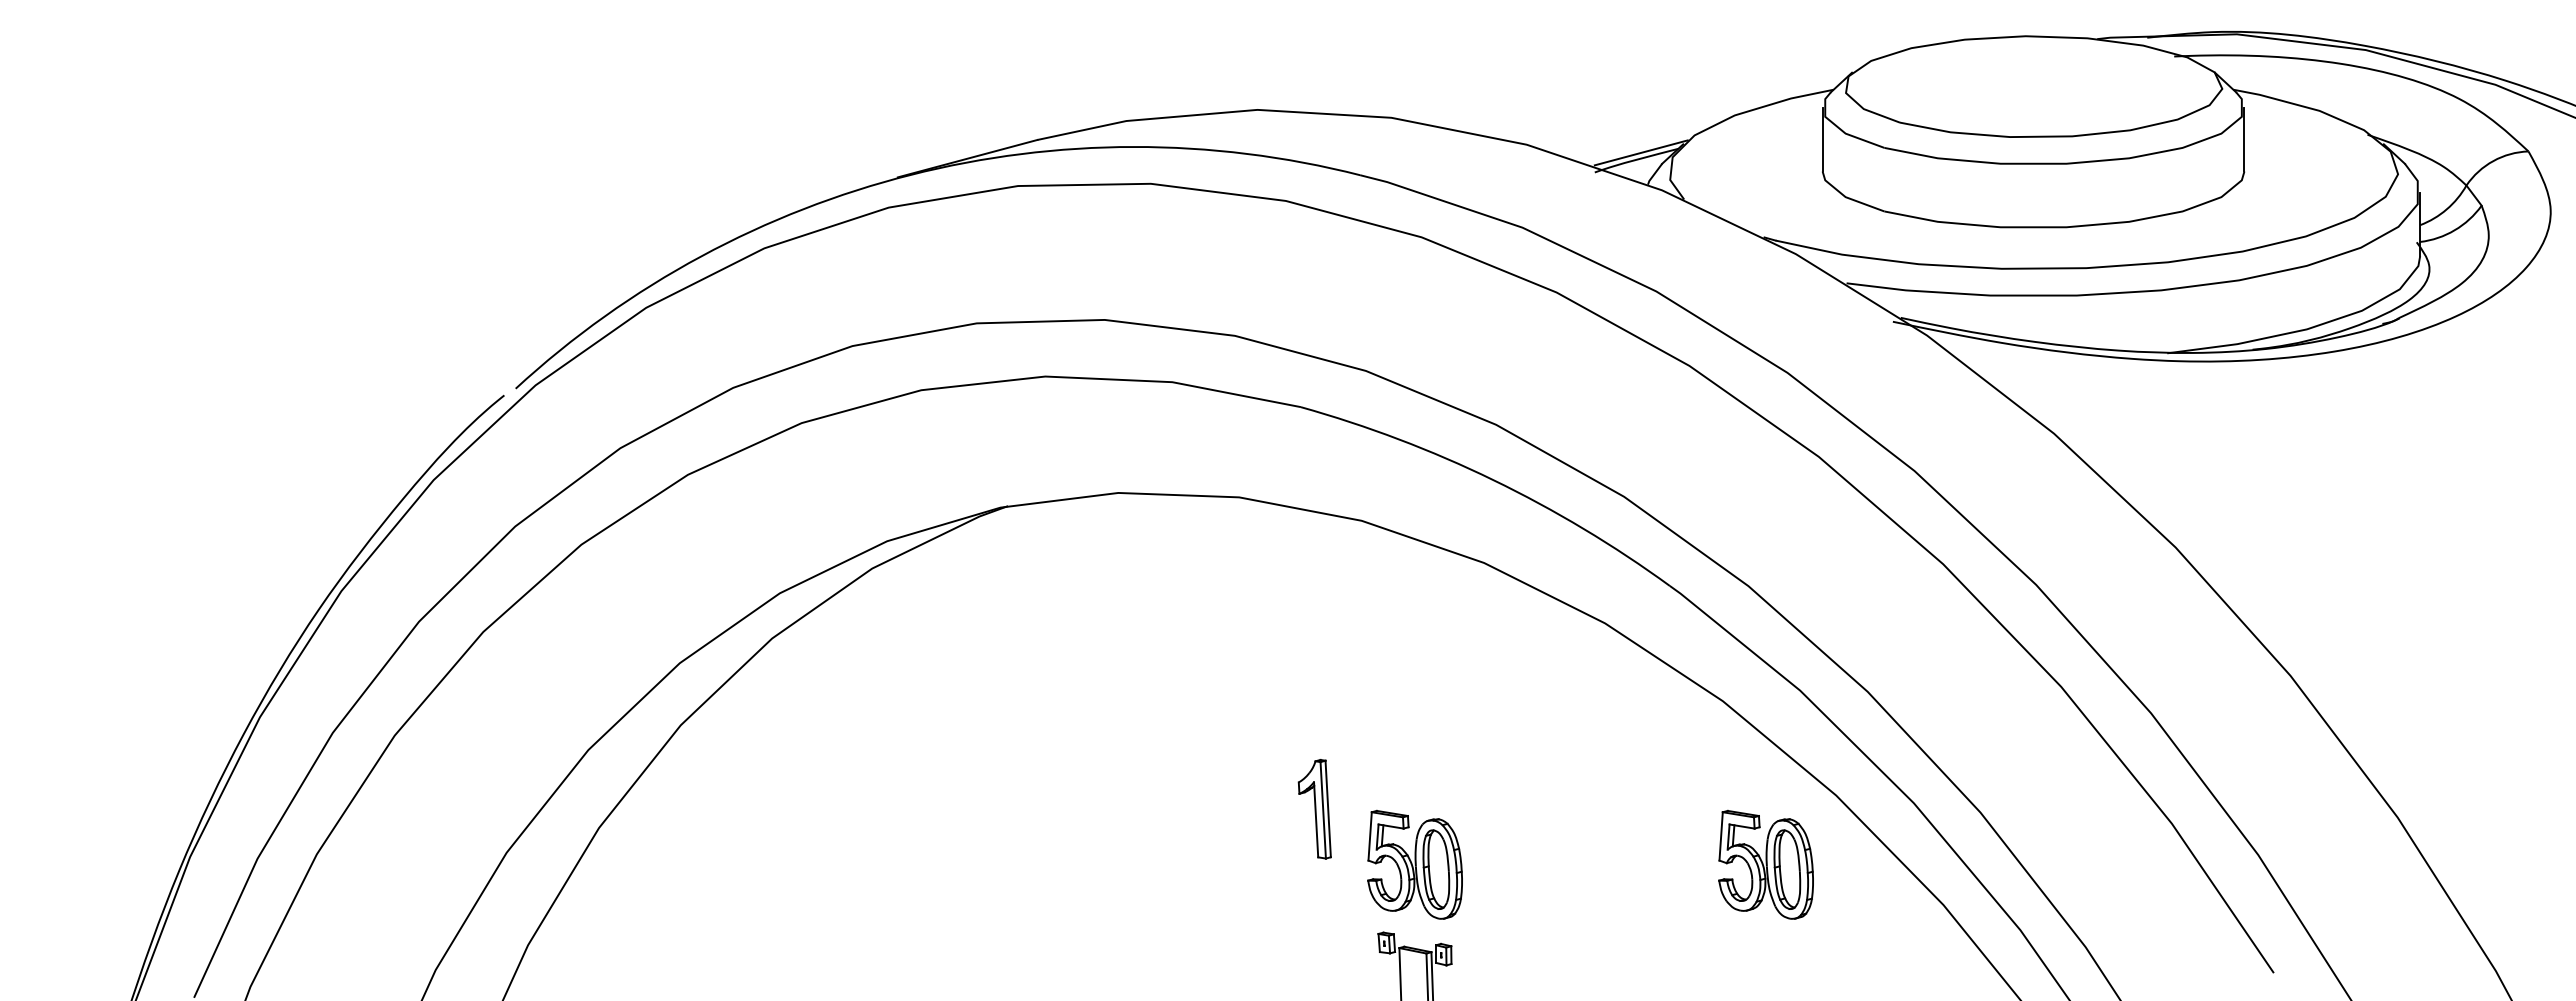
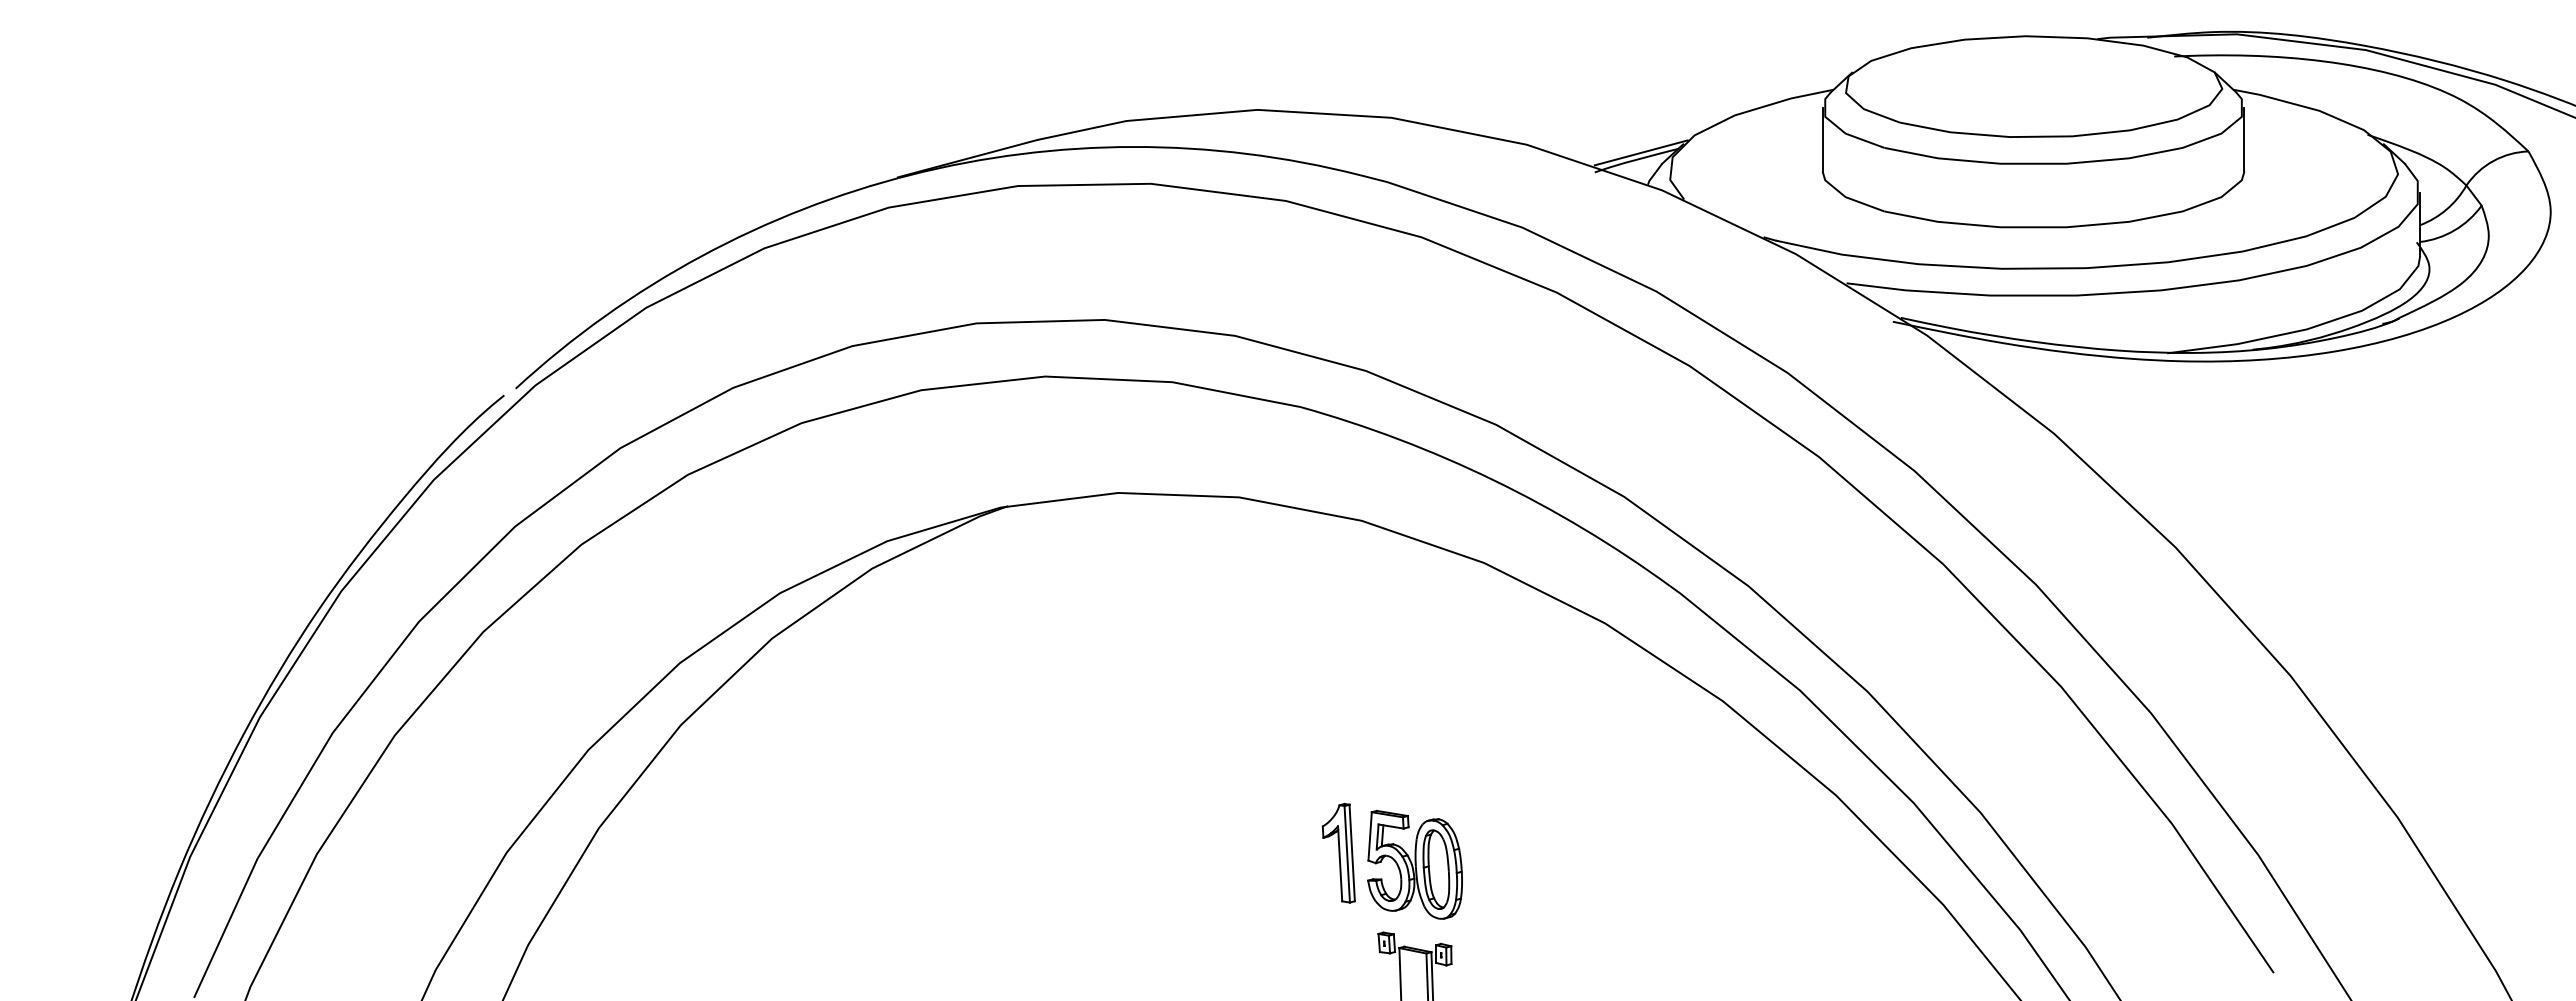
part at (1314, 809) position: (1314, 809) -> (1338, 853)
part at (1765, 864): present -> none
